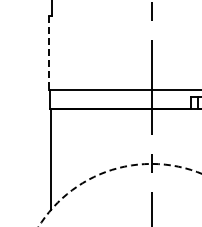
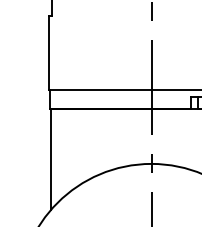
line at (49, 53): dashed -> solid
circle at (119, 194): dashed -> solid
